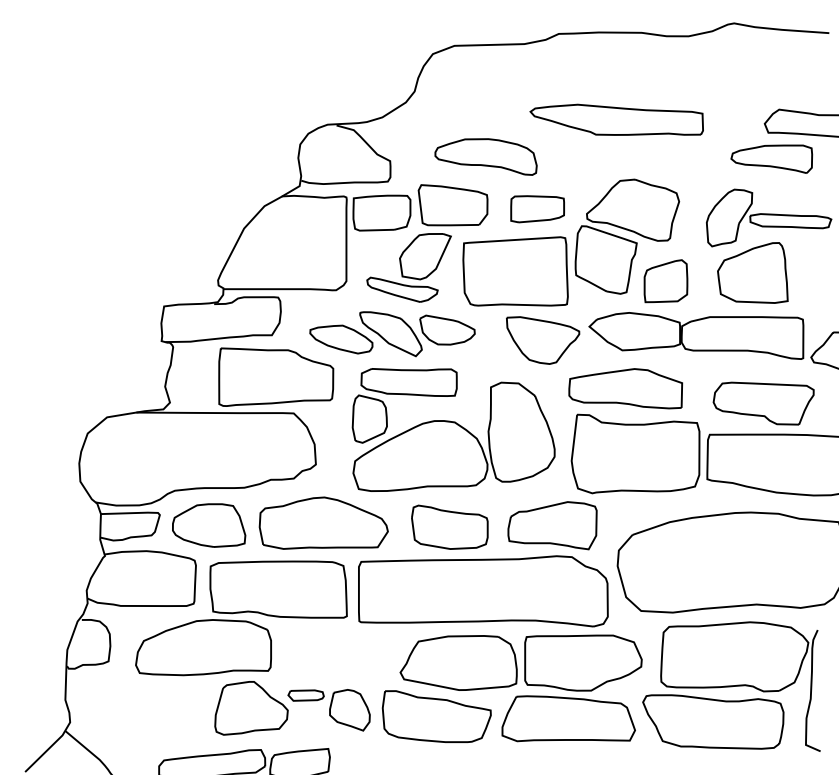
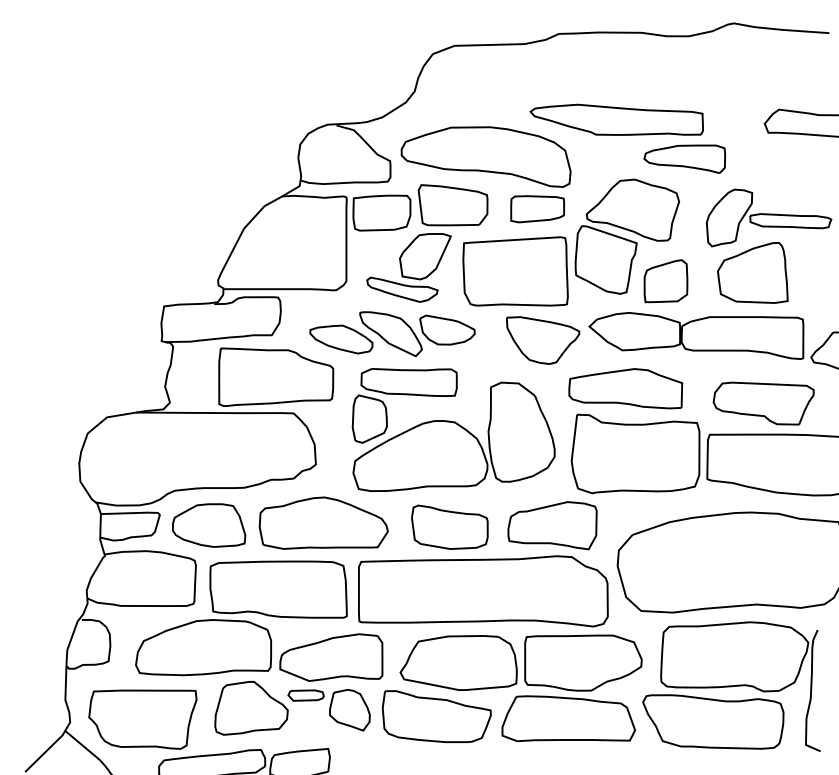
part at (485, 156) size: 104x38 px -> 172x62 px
part at (771, 158) position: (771, 158) -> (684, 158)
part at (331, 657): none -> present
part at (142, 719): none -> present
